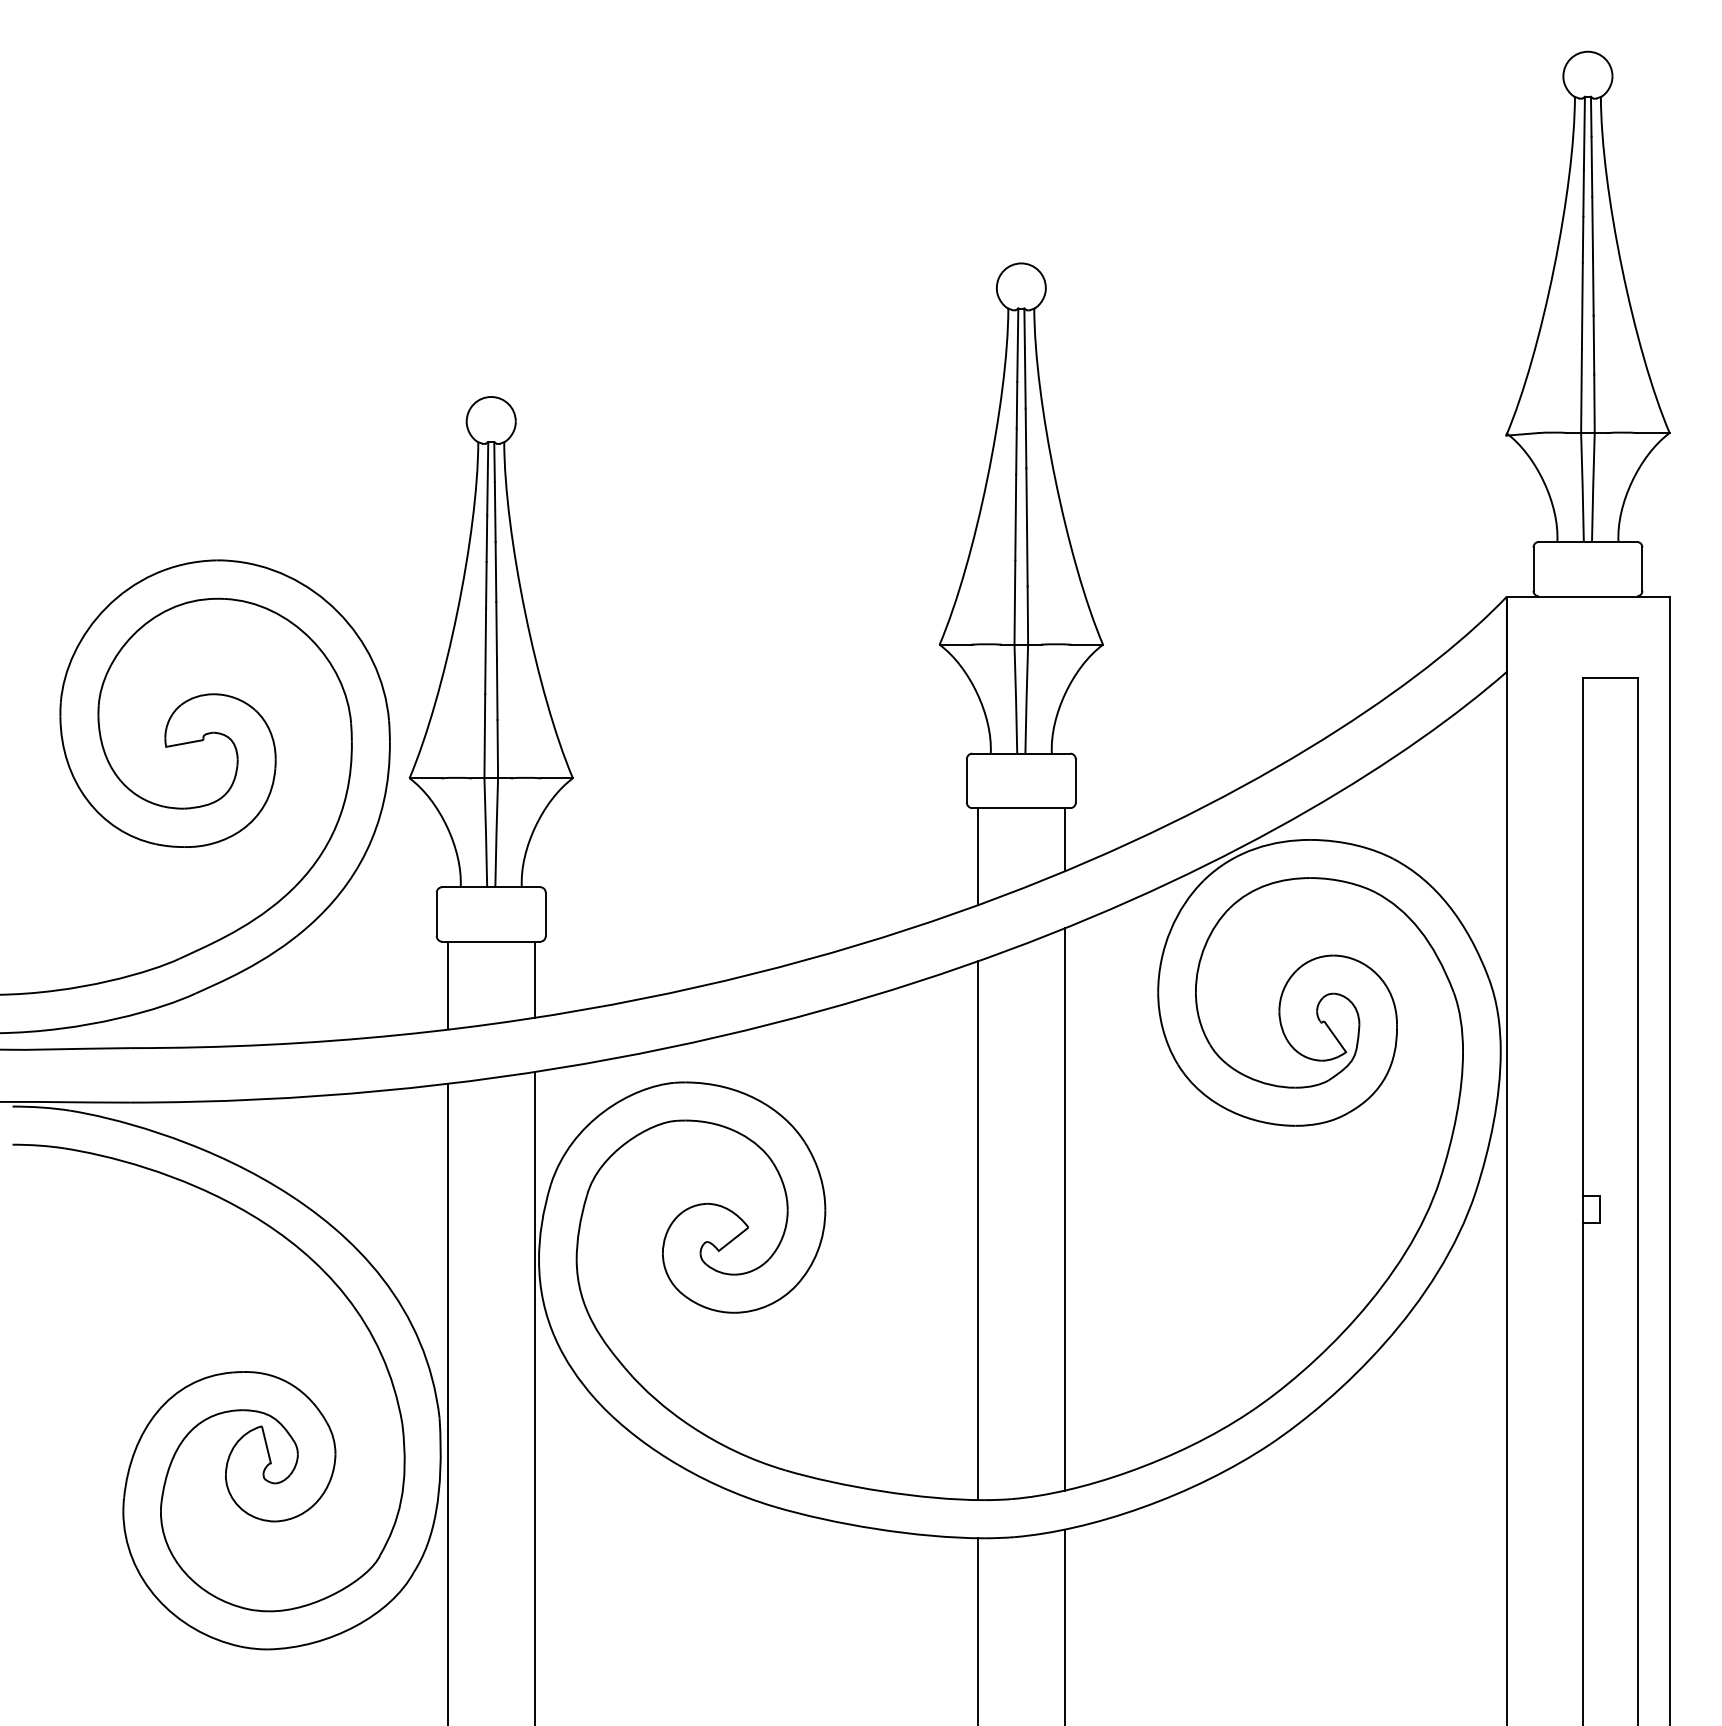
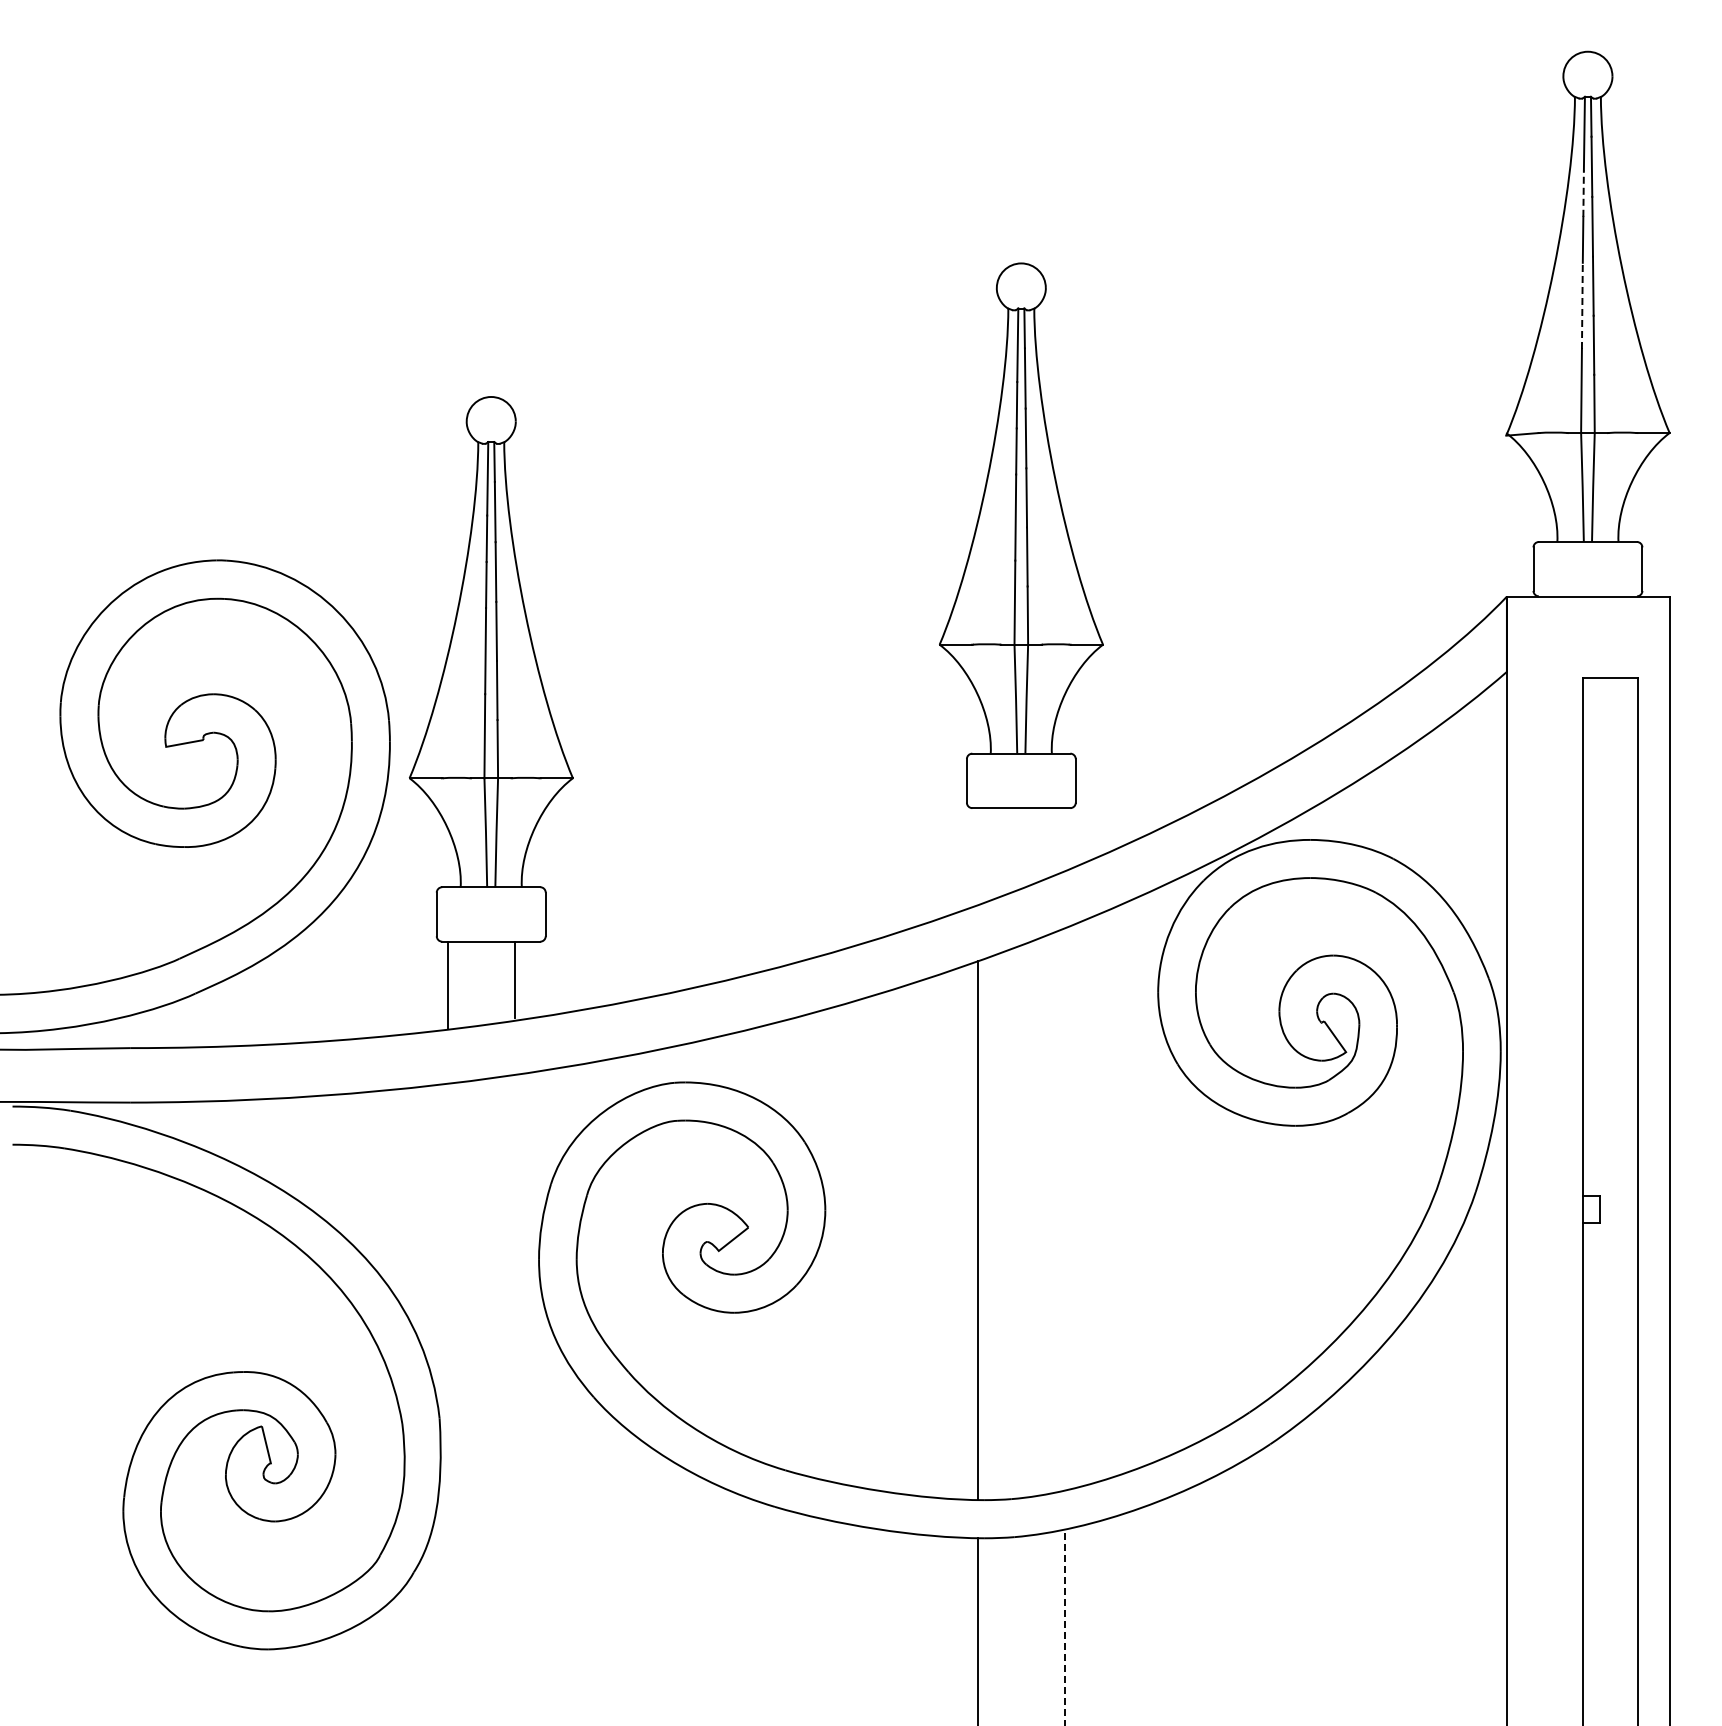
line at (1583, 193): solid -> dashed
line at (1582, 305): solid -> dashed
line at (1064, 839): present -> none
line at (977, 856): present -> none
line at (534, 979) position: (534, 979) -> (514, 979)
line at (1064, 1209): present -> none
line at (534, 1397): present -> none
line at (447, 1402): present -> none
line at (1064, 1627): solid -> dashed
